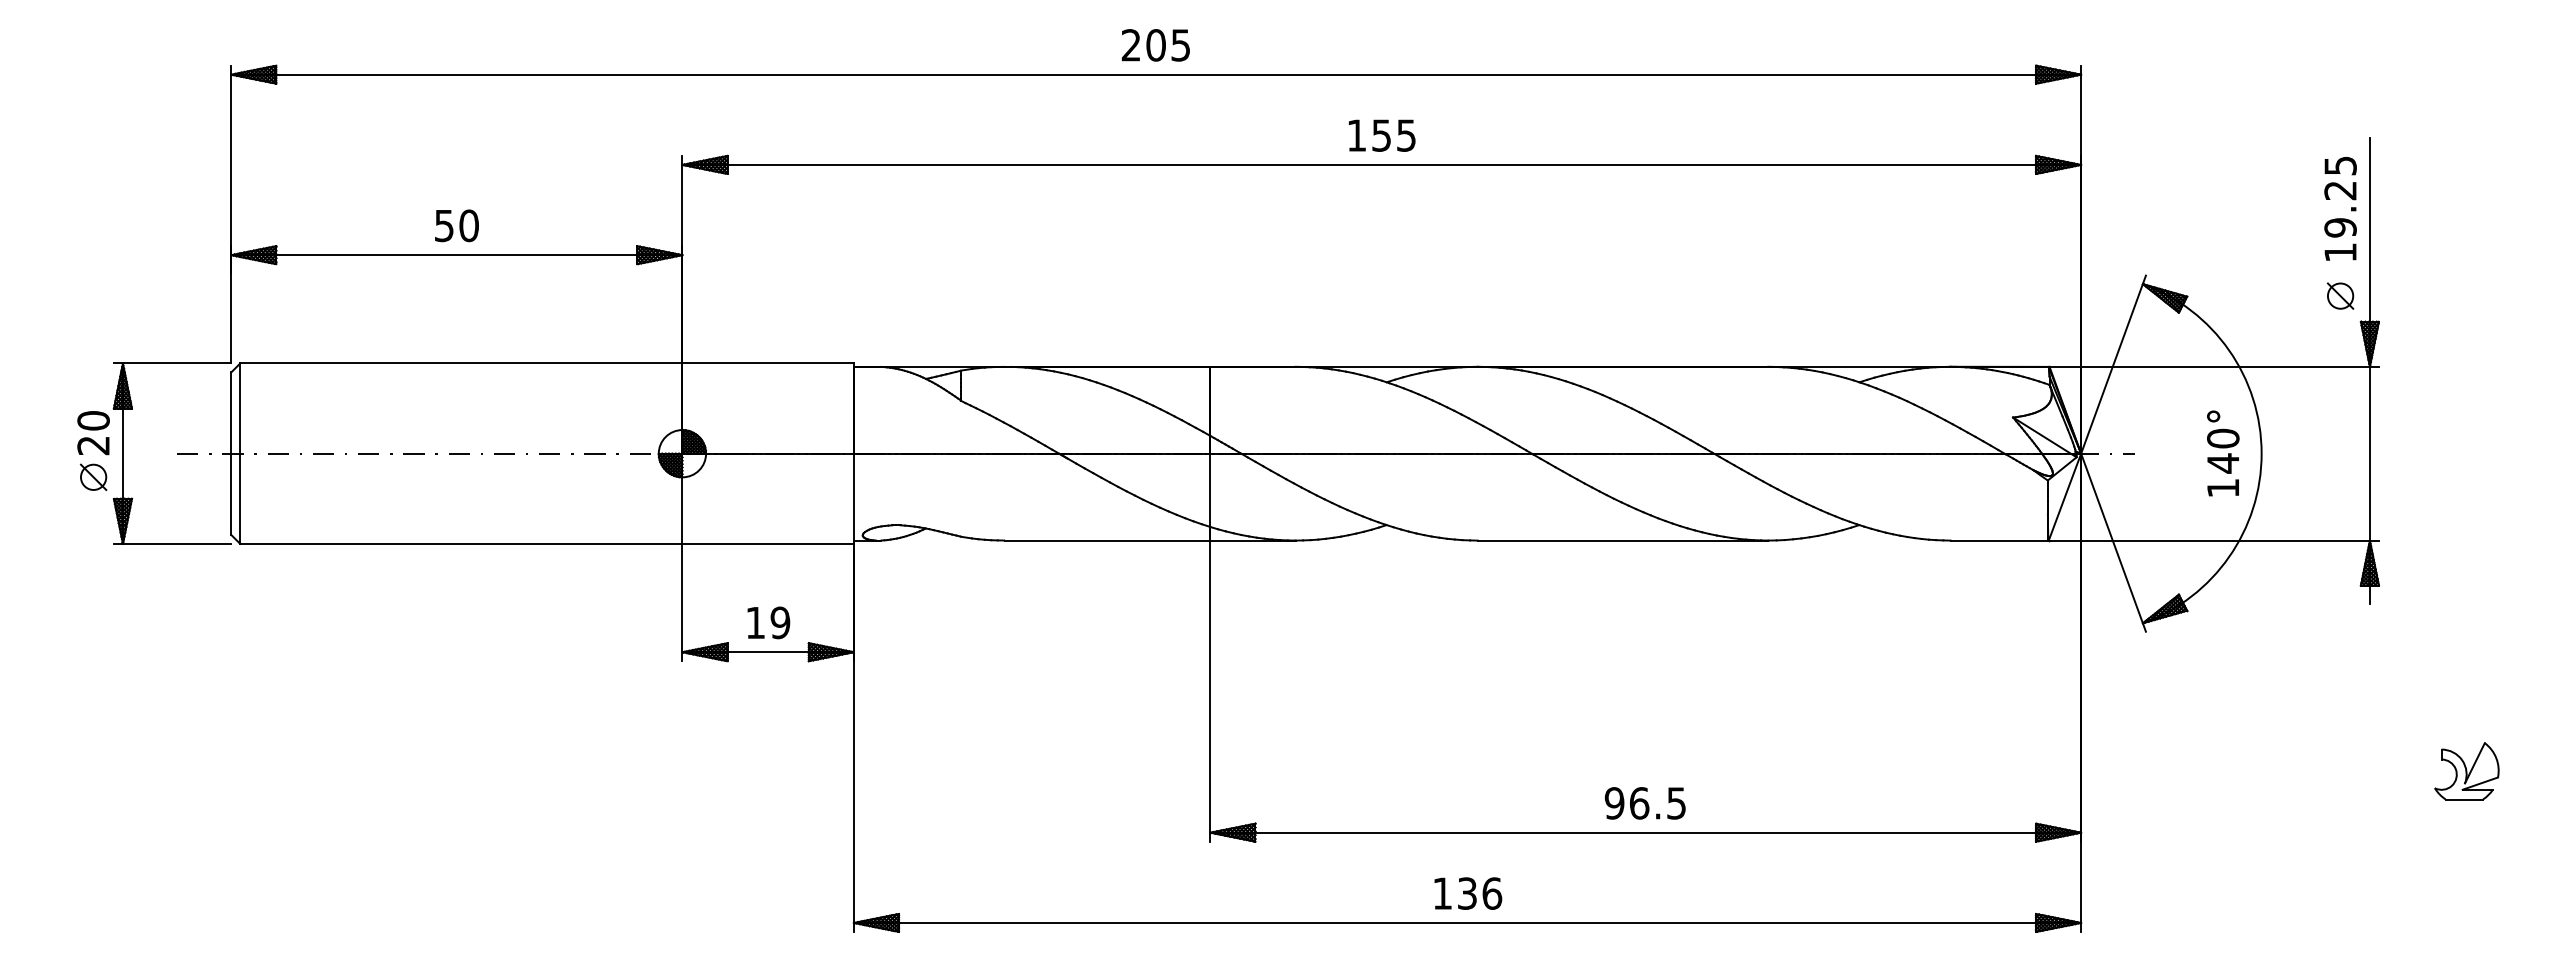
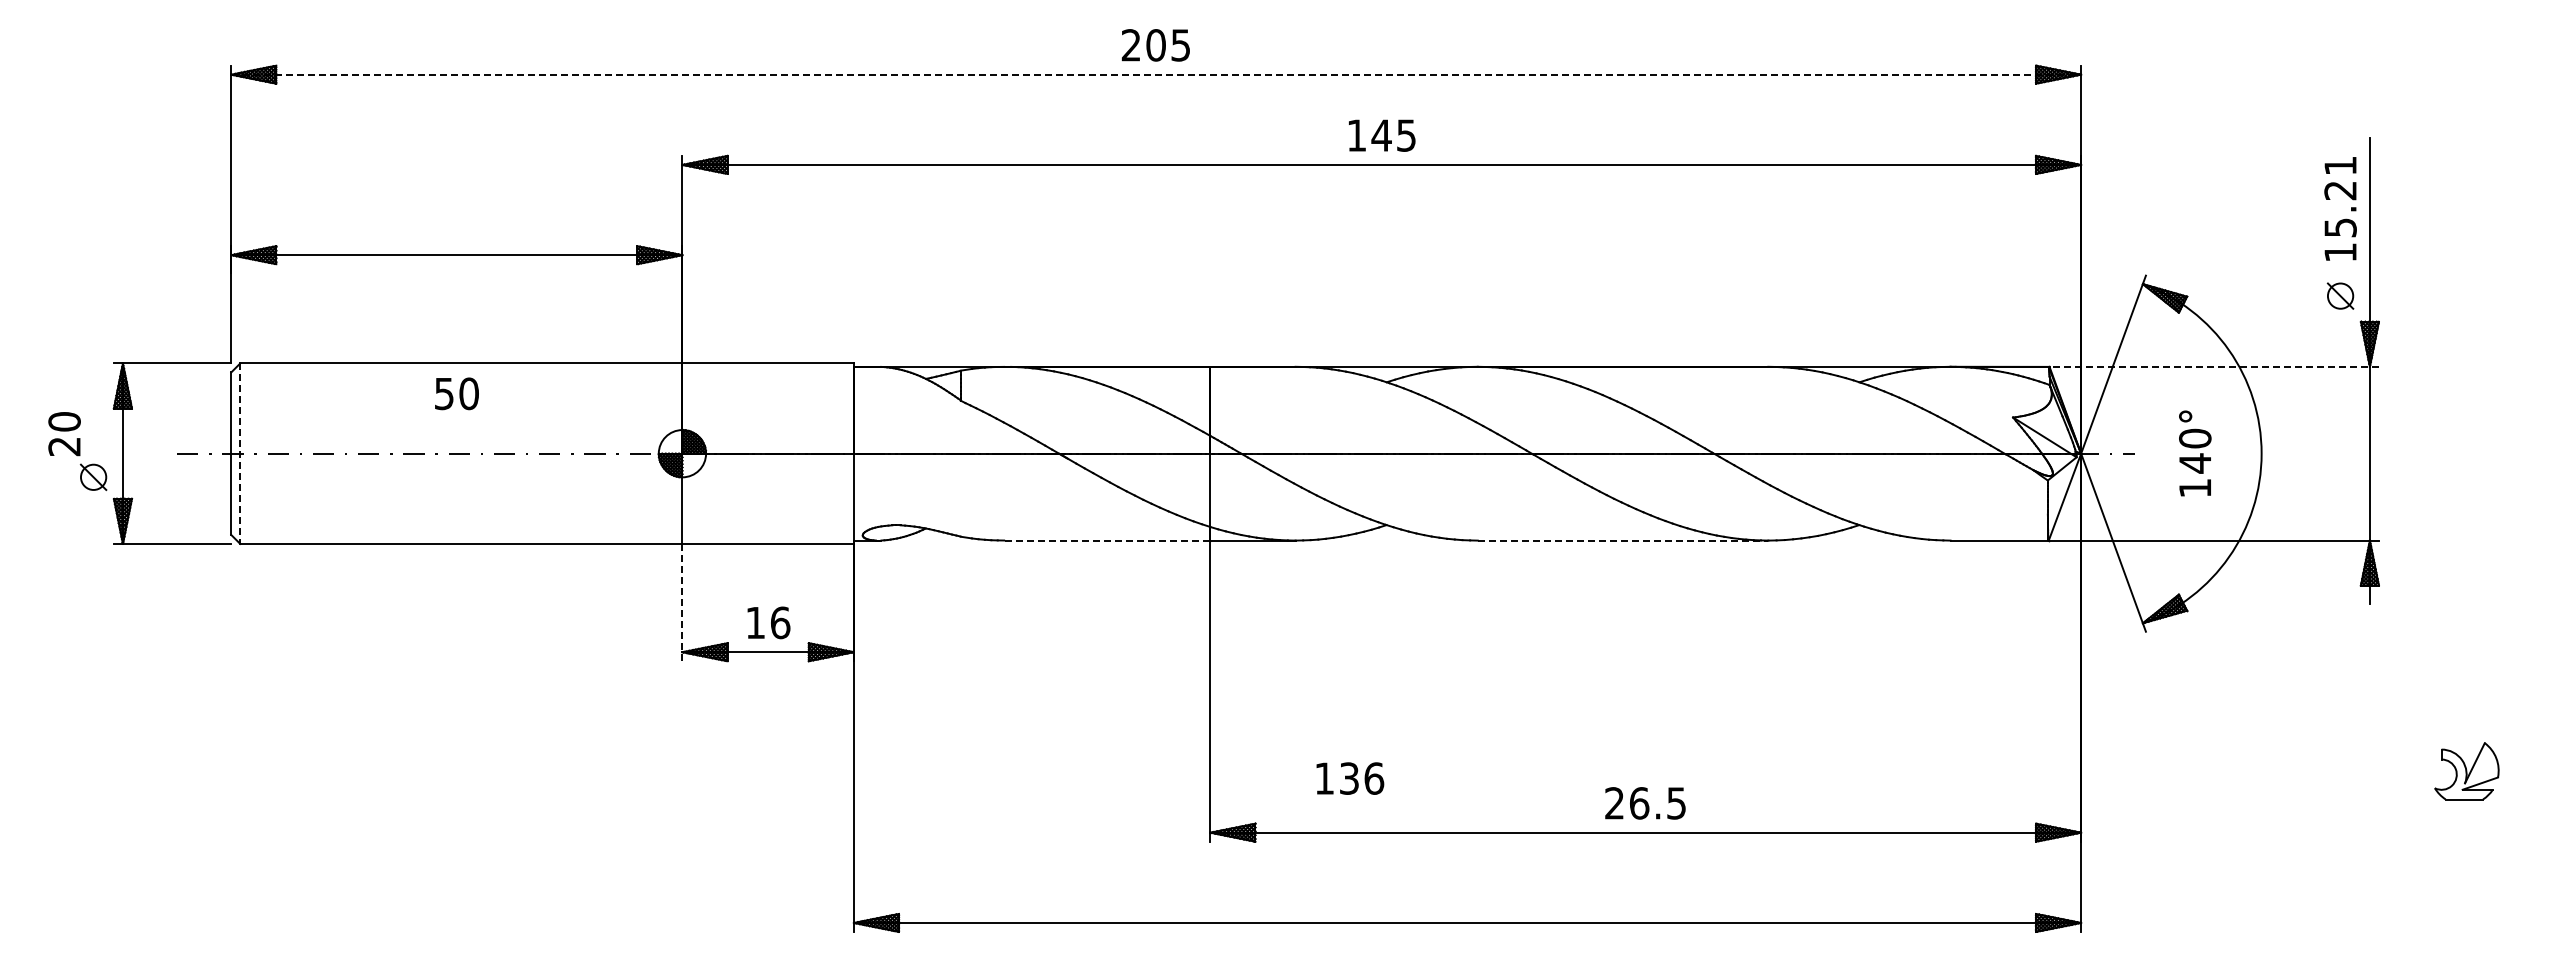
line at (1156, 74): solid -> dashed
text at (1381, 135): 155 -> 145
text at (2340, 196): 19.25 -> 15.21
text at (456, 225) position: (456, 225) -> (456, 393)
line at (2214, 366): solid -> dashed
text at (93, 433) position: (93, 433) -> (64, 434)
text at (2223, 453) position: (2223, 453) -> (2195, 453)
line at (240, 454): solid -> dashed
line at (1107, 540): solid -> dashed
line at (1623, 540): solid -> dashed
line at (682, 602): solid -> dashed
text at (780, 622): 19 -> 16
text at (1614, 803): 96.5 -> 26.5
text at (1468, 893) position: (1468, 893) -> (1350, 778)
